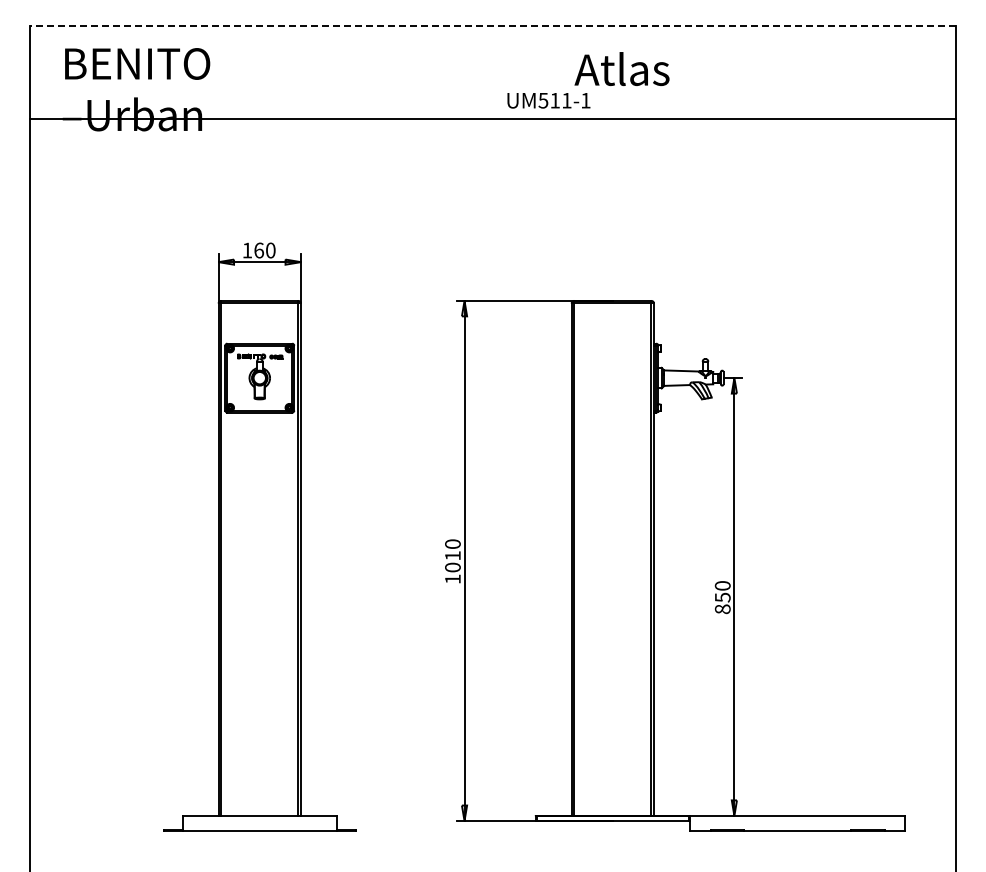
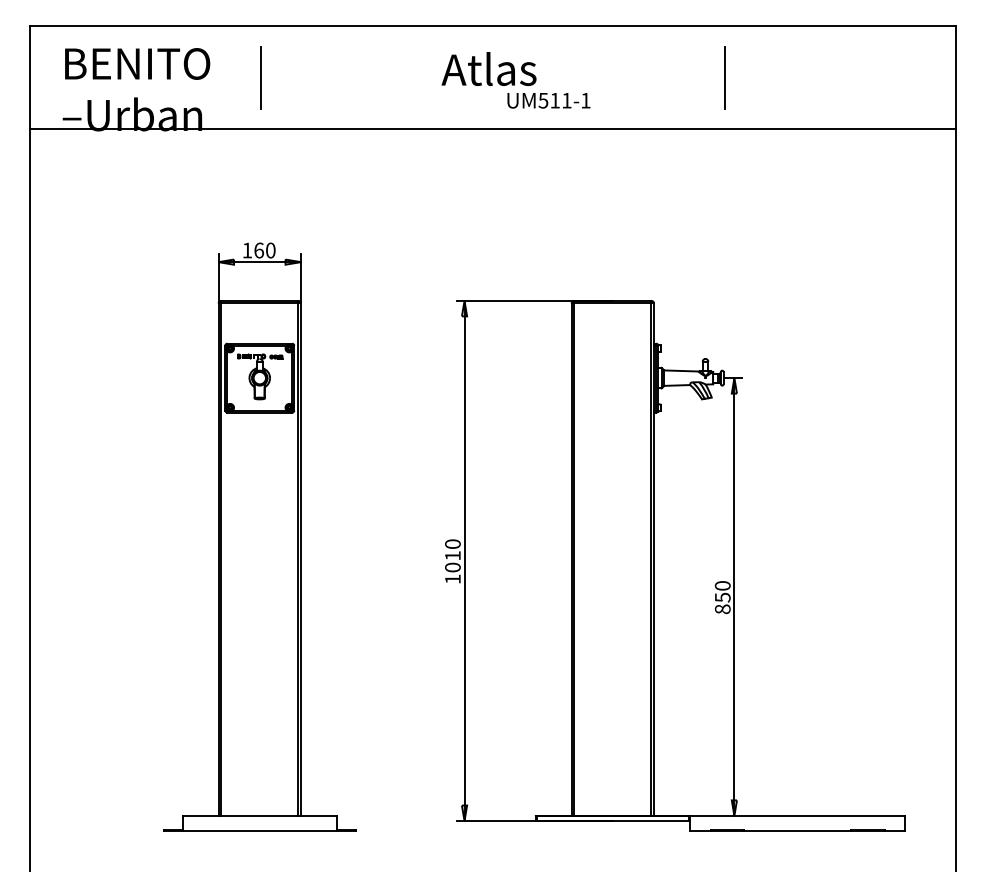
line at (492, 26): dashed -> solid
text at (621, 68) position: (621, 68) -> (488, 68)
line at (261, 77): none -> present
line at (724, 77): none -> present
line at (492, 119) position: (492, 119) -> (492, 129)
